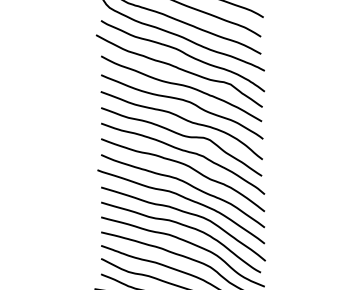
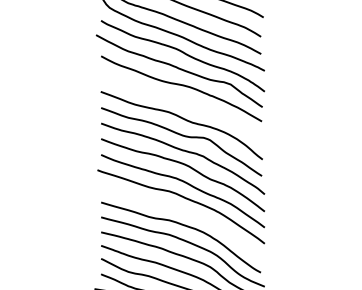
curve at (183, 101): present -> none
curve at (185, 213): present -> none
